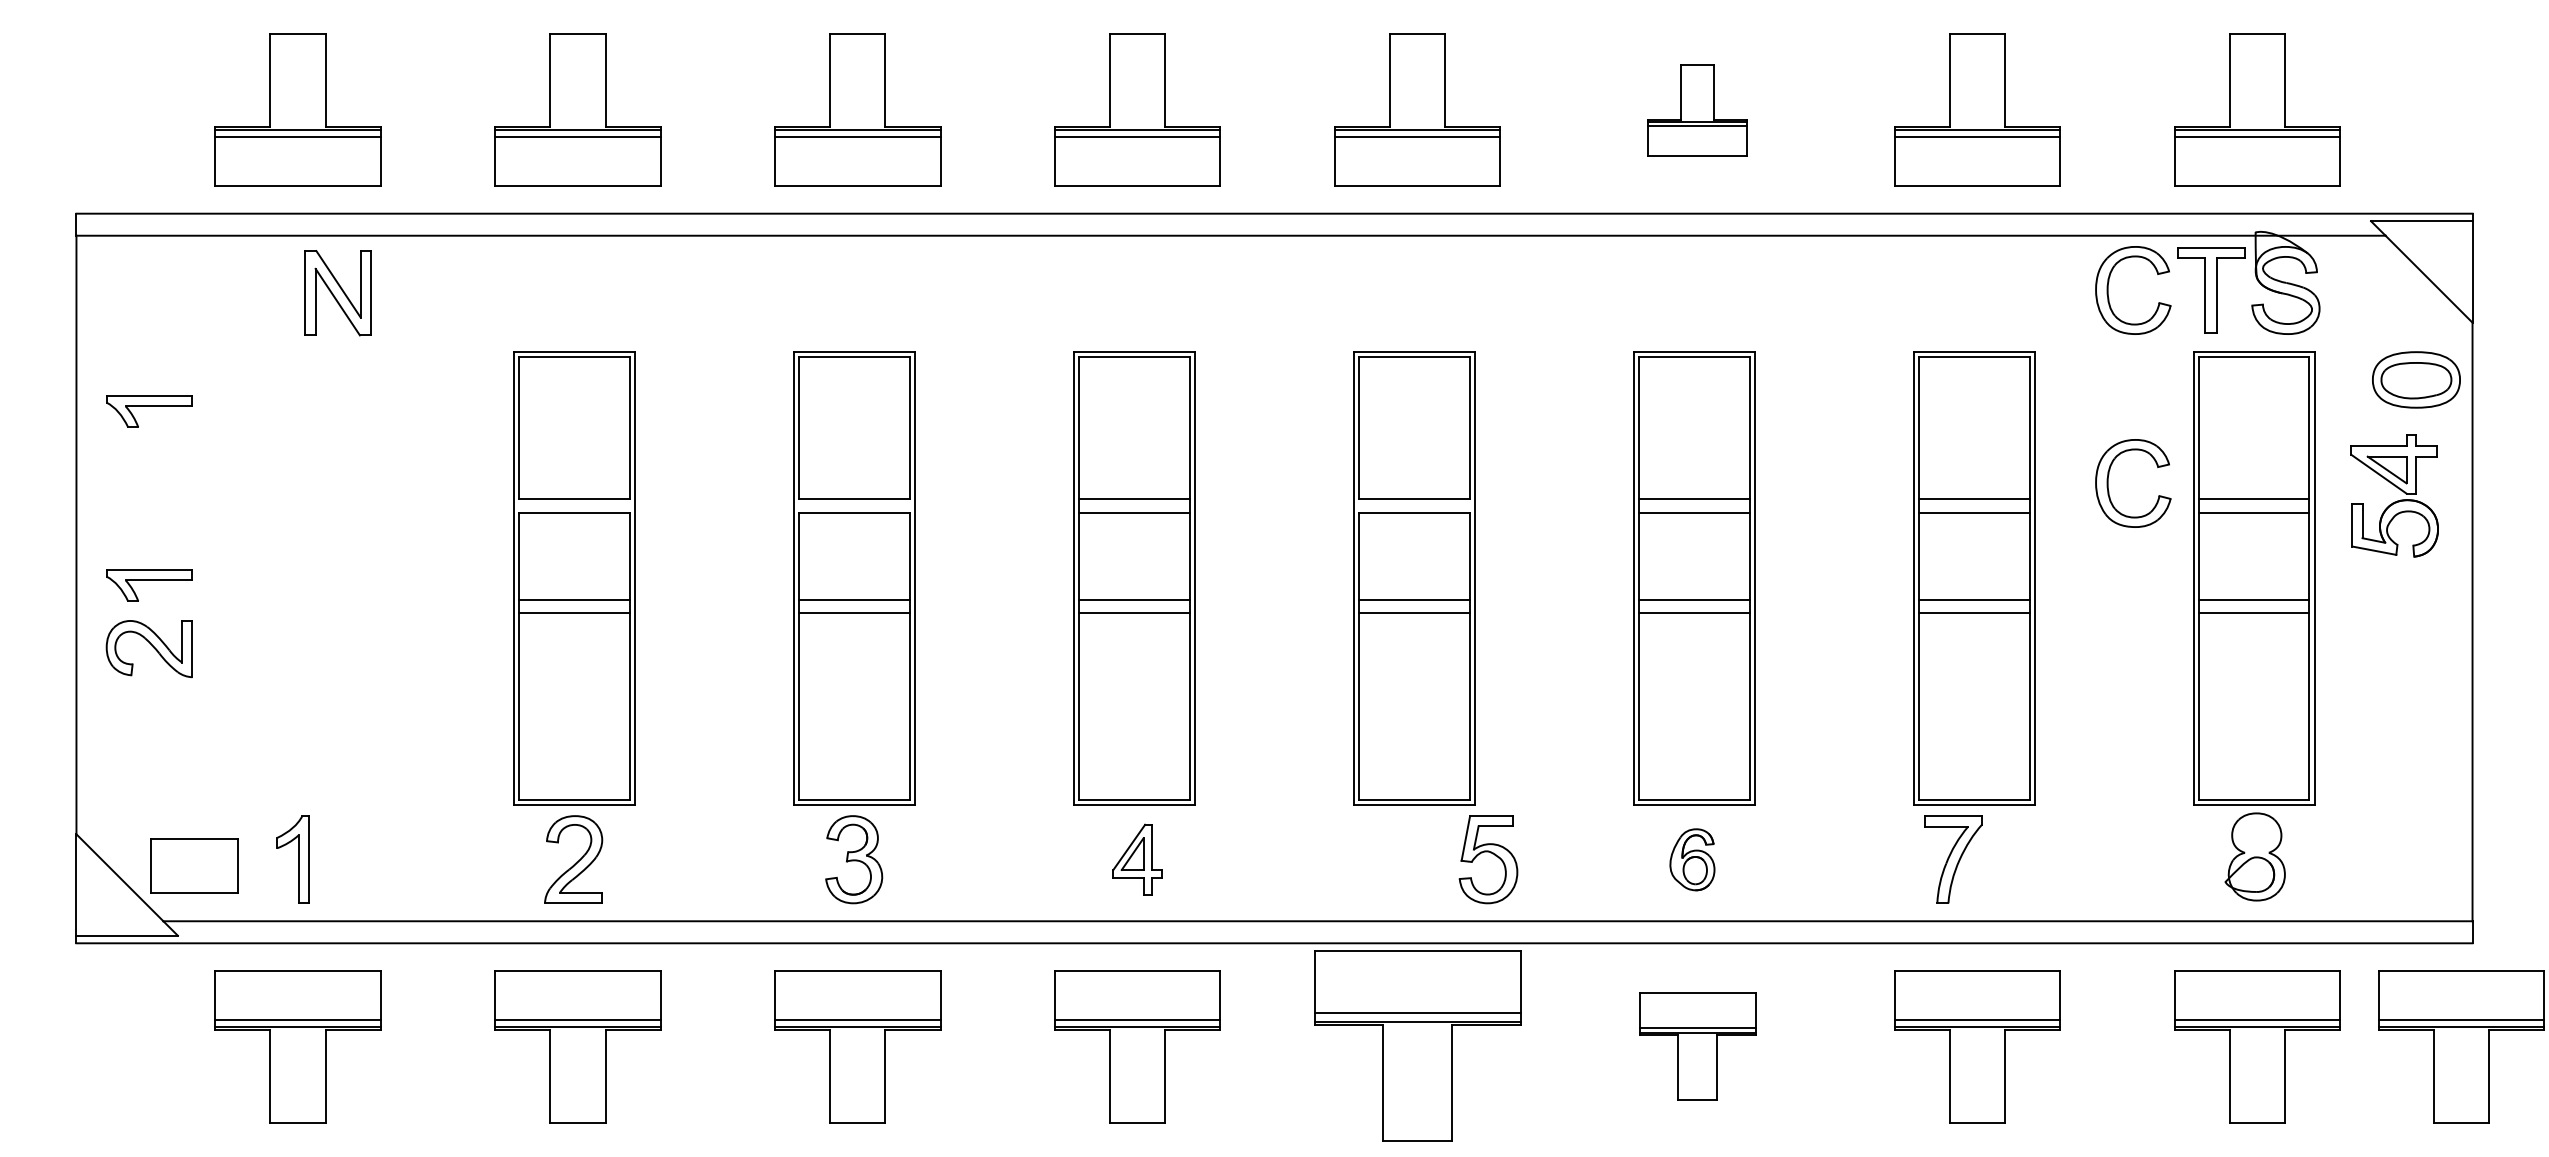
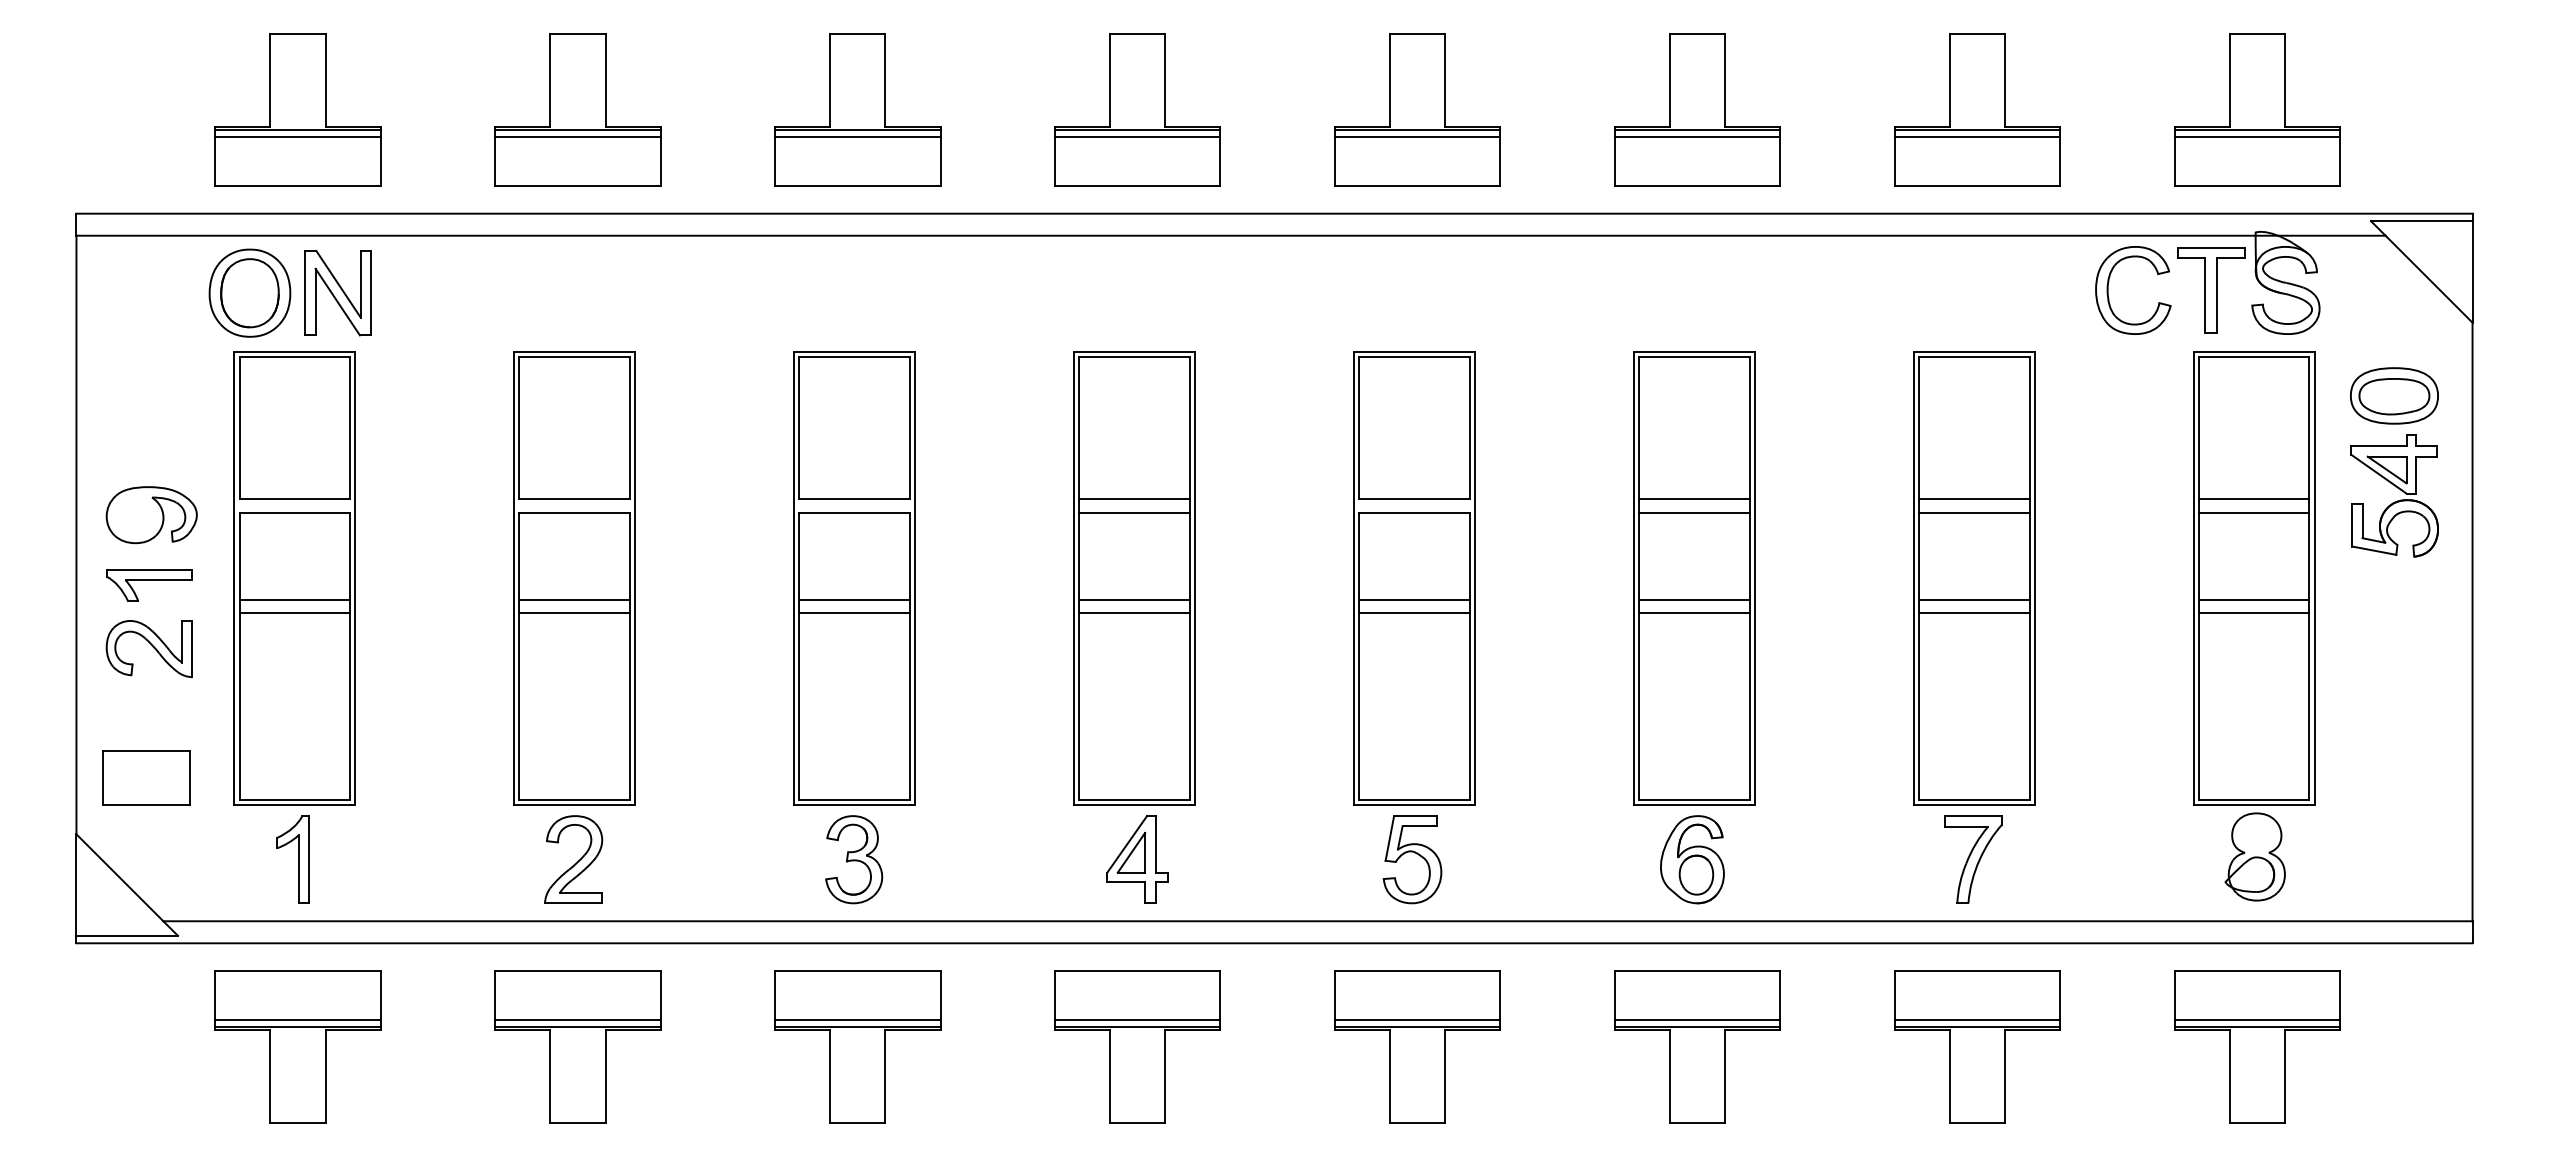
part at (1697, 110) size: 101x93 px -> 167x154 px
part at (249, 292): none -> present
part at (2416, 379) position: (2416, 379) -> (2394, 395)
part at (149, 411): present -> none
part at (2108, 483): present -> none
part at (151, 515): none -> present
part at (294, 578): none -> present
part at (1490, 853) position: (1490, 853) -> (1414, 853)
part at (1137, 859) size: 51x73 px -> 63x89 px
part at (1692, 859) size: 47x64 px -> 65x90 px
part at (1953, 859) position: (1953, 859) -> (1973, 859)
part at (194, 865) position: (194, 865) -> (146, 777)
part at (1417, 1045) size: 208x192 px -> 167x154 px
part at (1697, 1046) size: 118x109 px -> 167x154 px
part at (2461, 1046): present -> none
